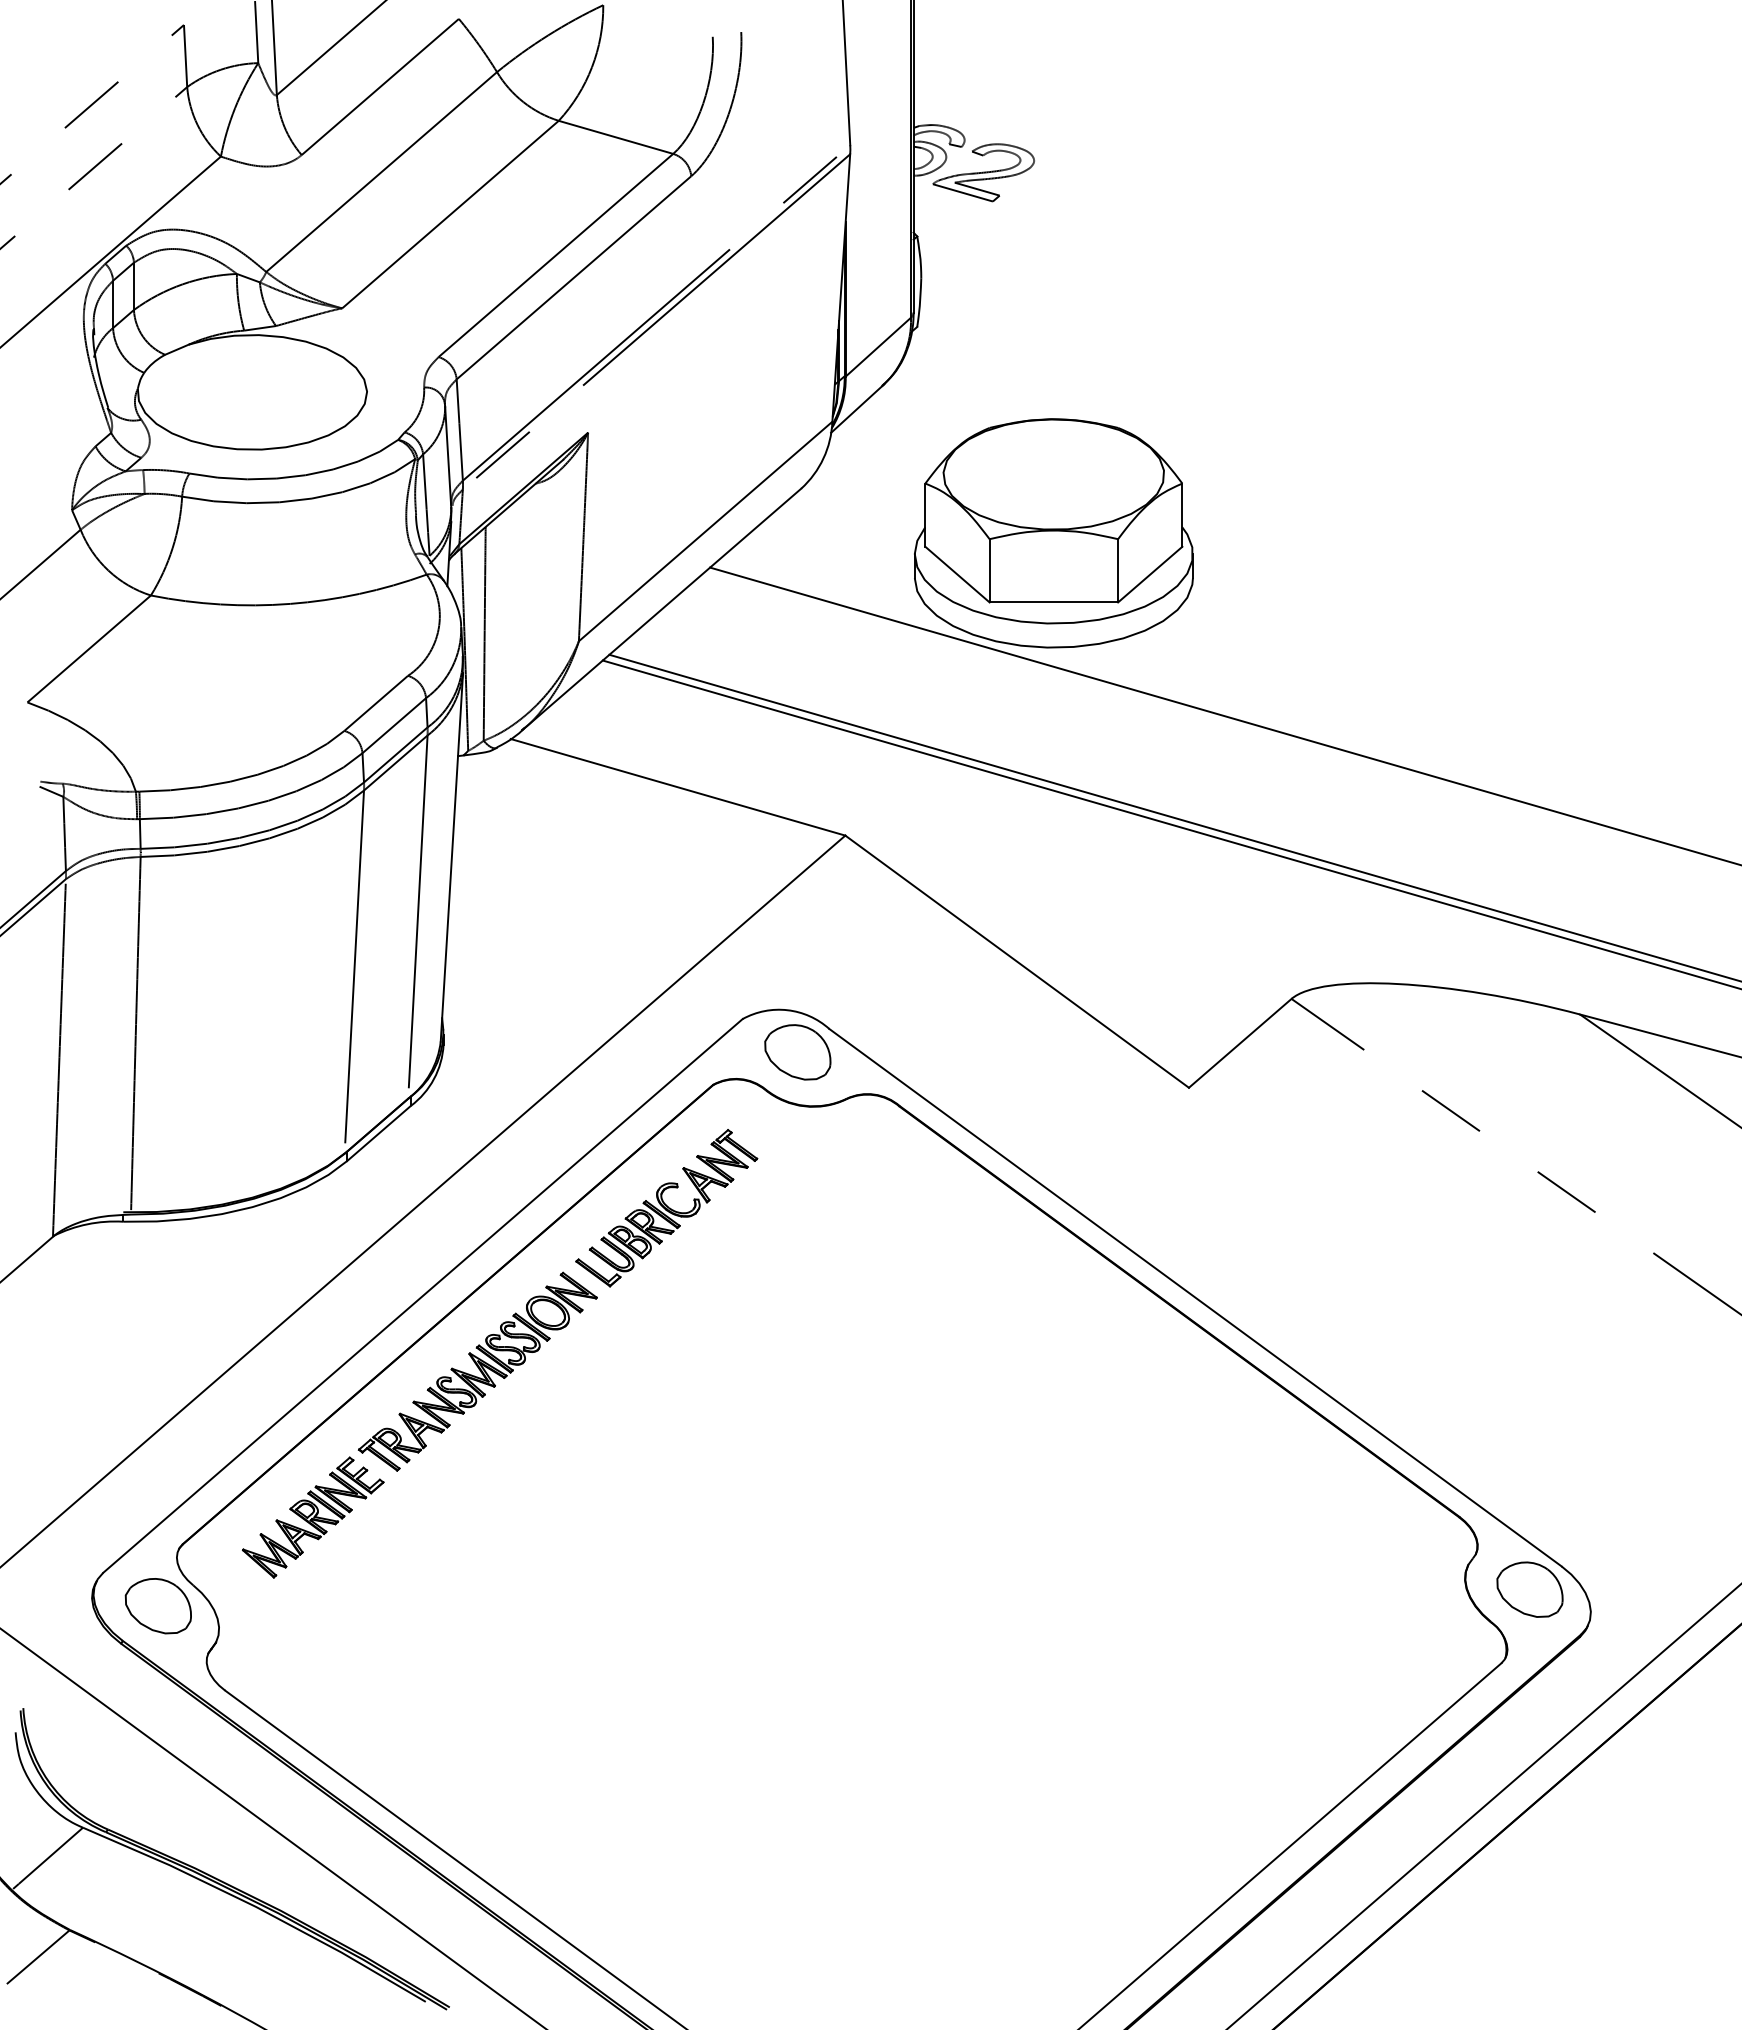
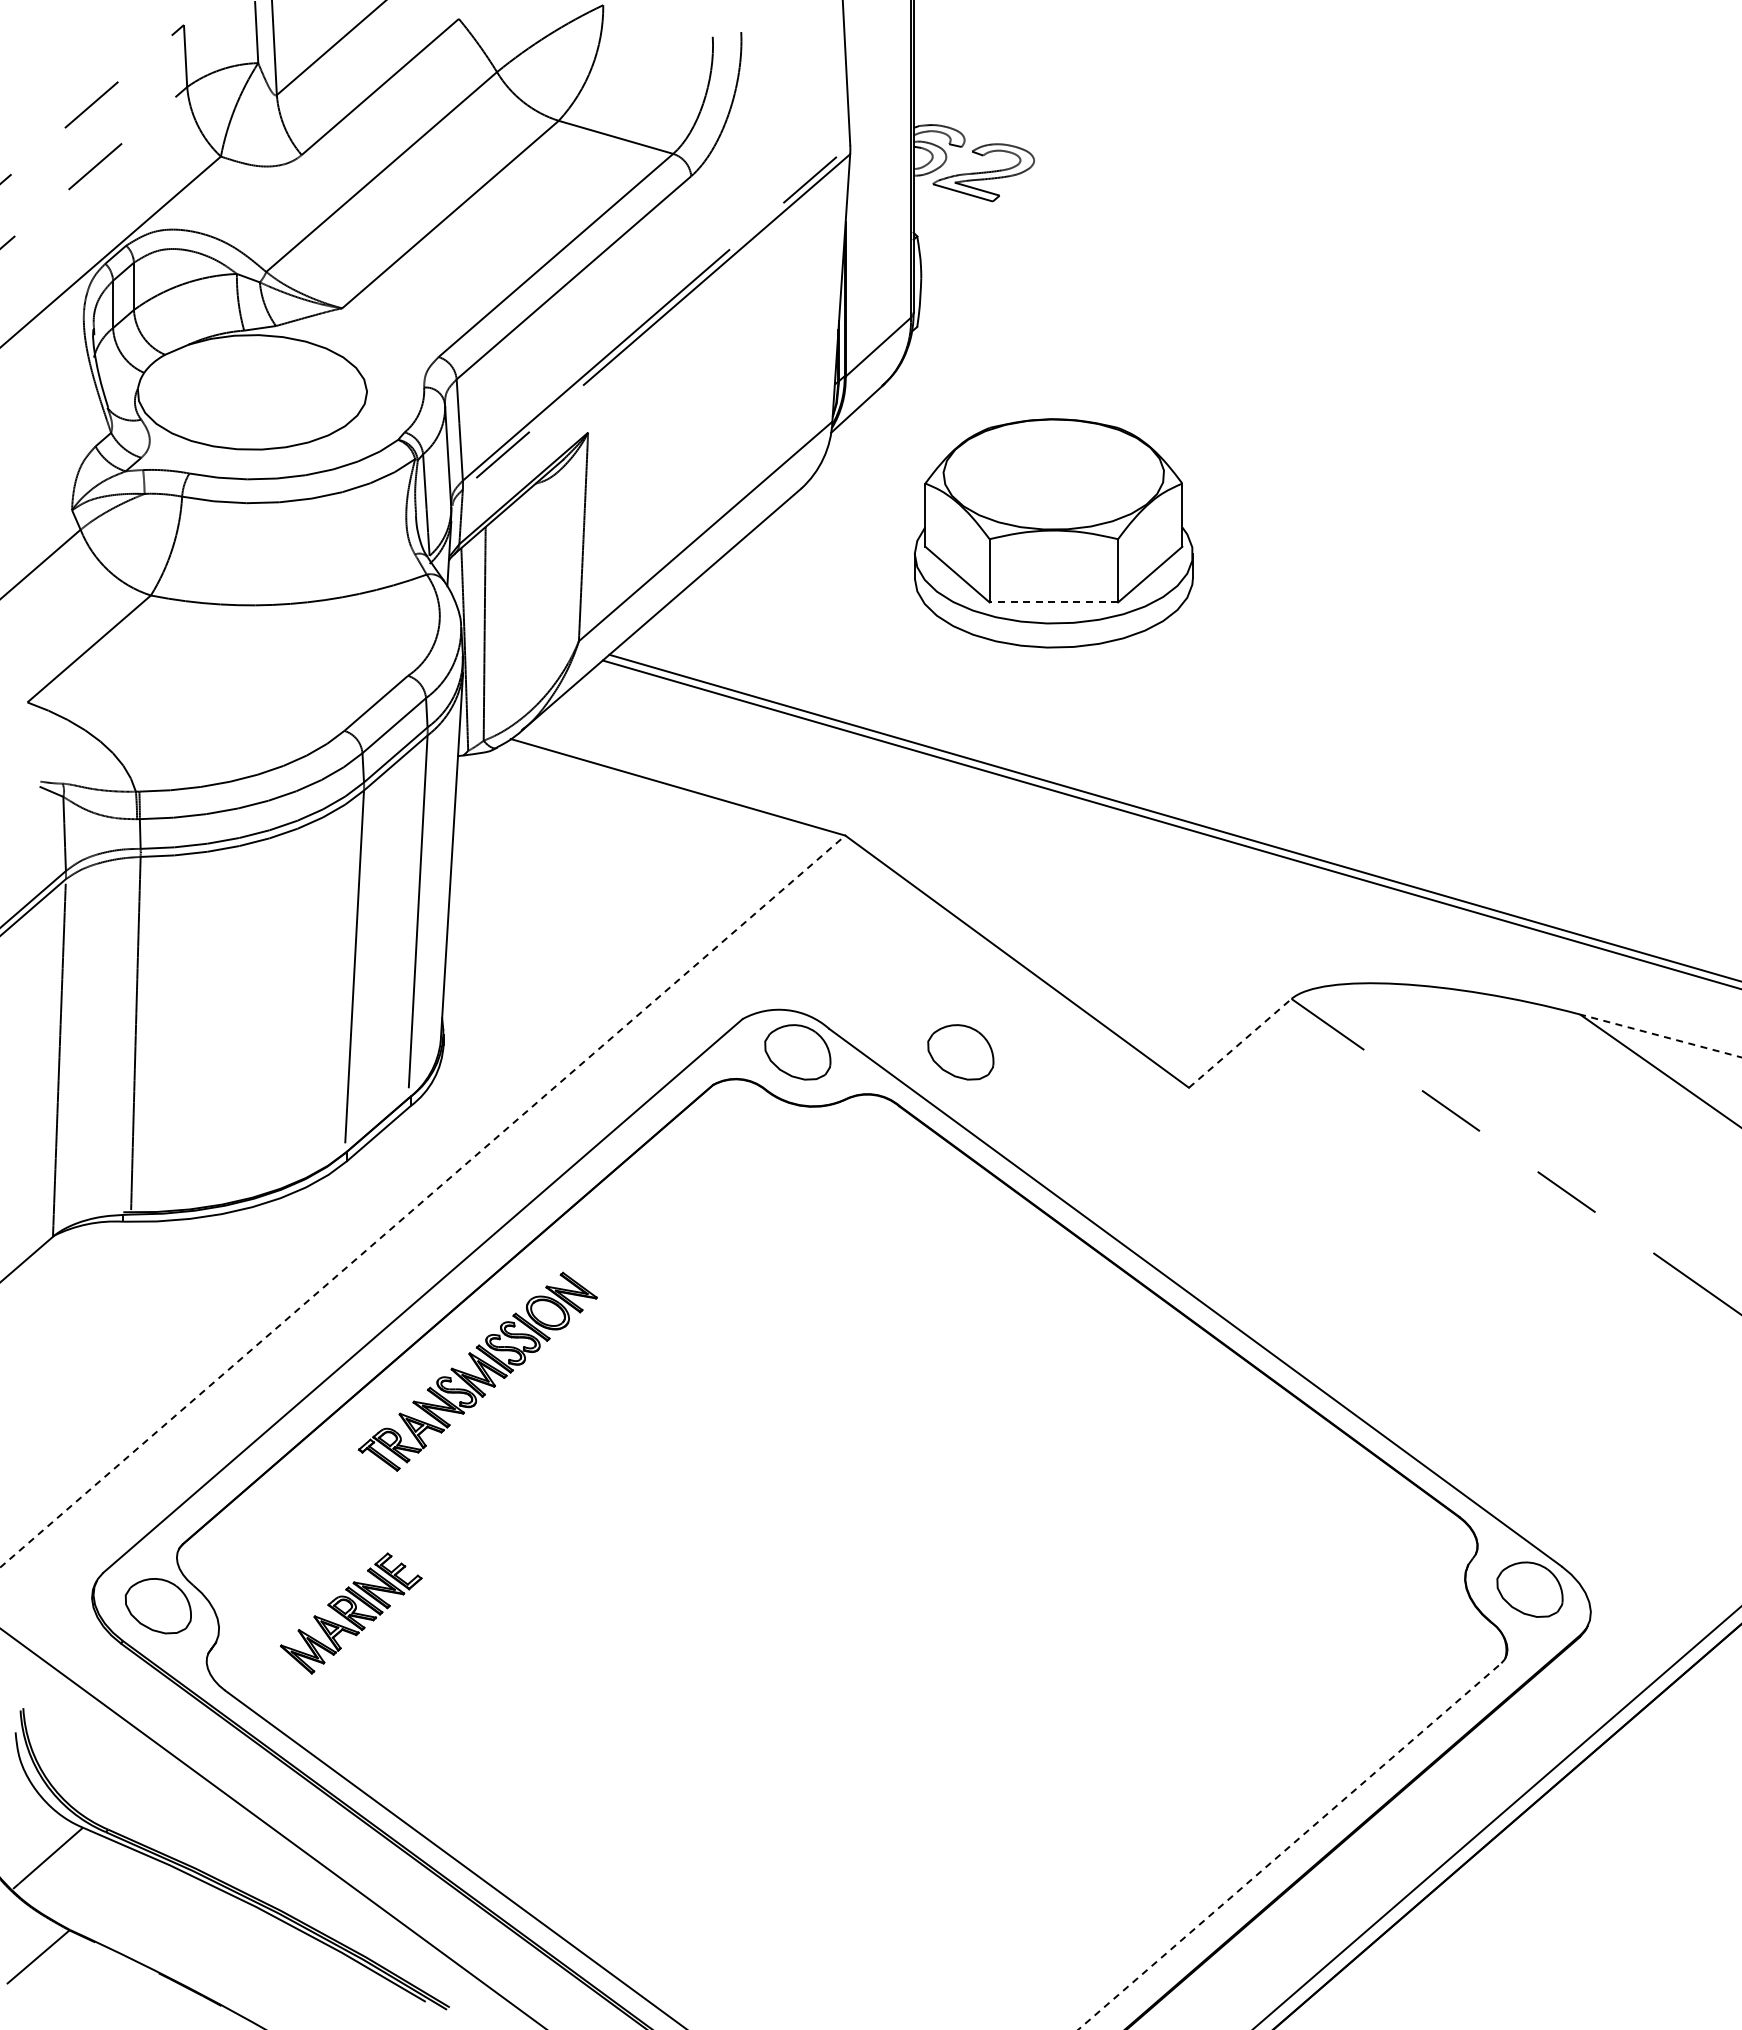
line at (1053, 602): solid -> dashed
line at (1224, 715): present -> none
line at (1660, 1035): solid -> dashed
line at (1240, 1043): solid -> dashed
part at (960, 1052): none -> present
line at (423, 1201): solid -> dashed
part at (666, 1208): present -> none
part at (313, 1517) position: (313, 1517) -> (351, 1613)
line at (1484, 1806) position: (1484, 1806) -> (1496, 1817)
line at (1289, 1846): solid -> dashed
